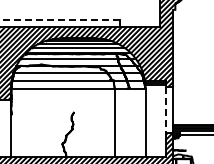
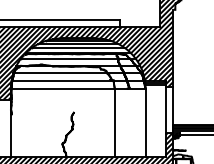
line at (60, 19): dashed -> solid
line at (165, 110): dashed -> solid
